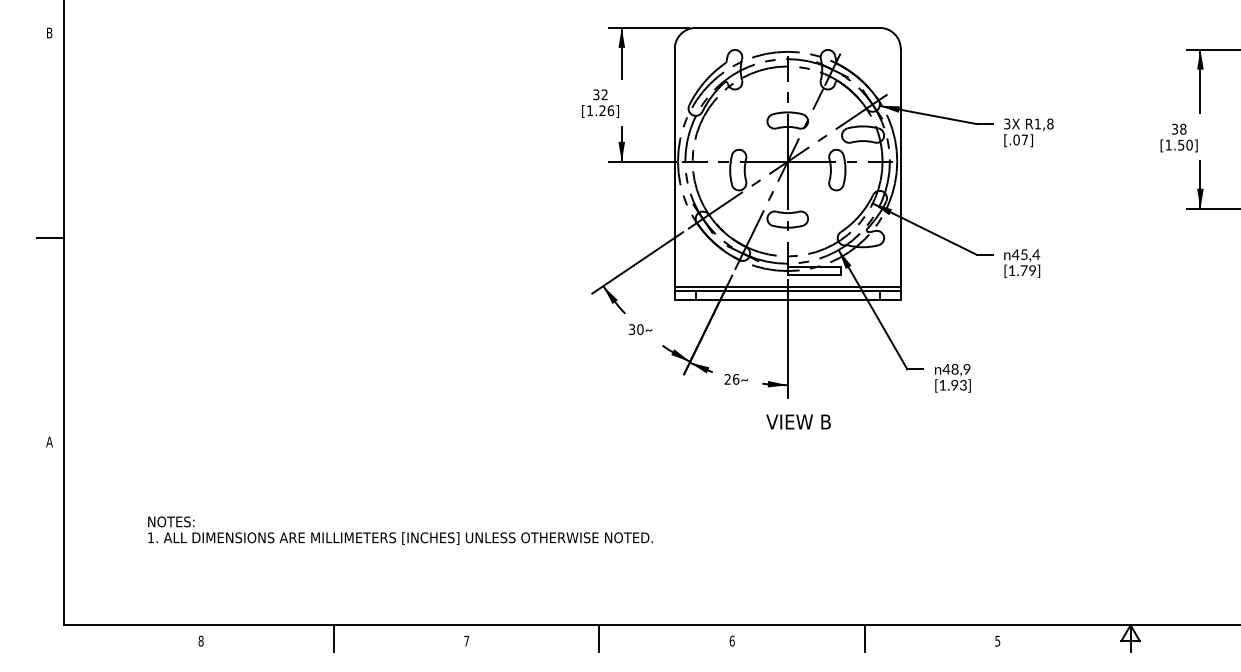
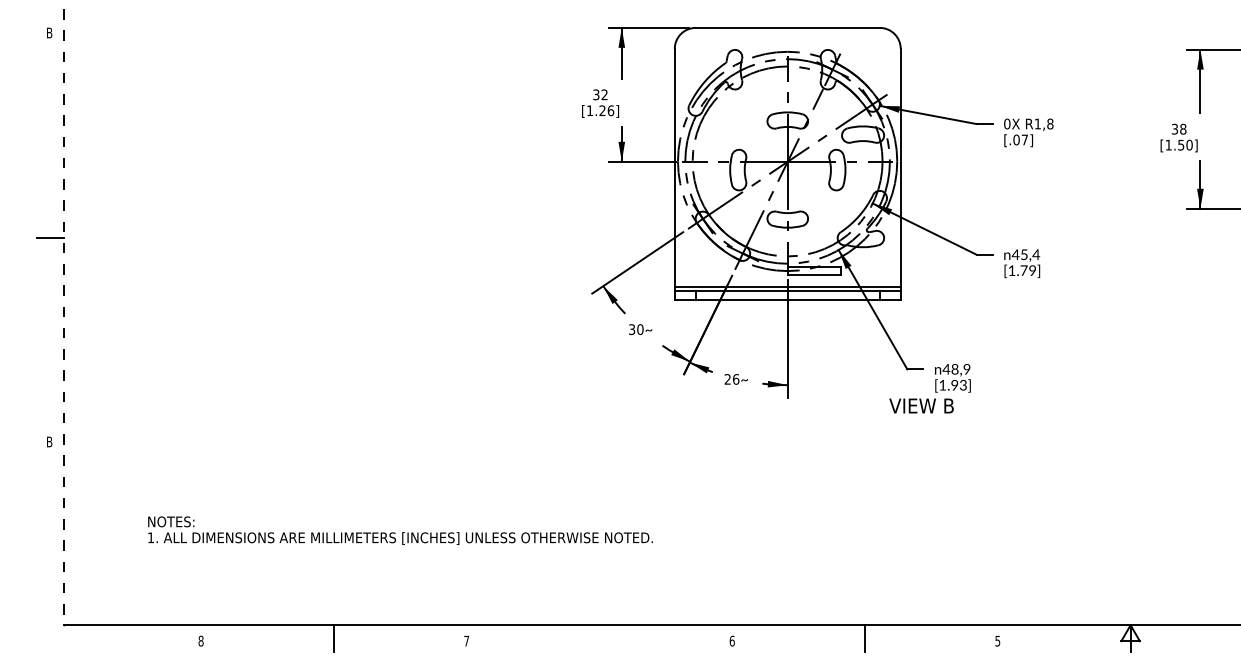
text at (1007, 123): 3X -> 0X
line at (63, 313): solid -> dashed
text at (798, 421) position: (798, 421) -> (921, 405)
text at (49, 441): A -> B
line at (599, 638): present -> none
